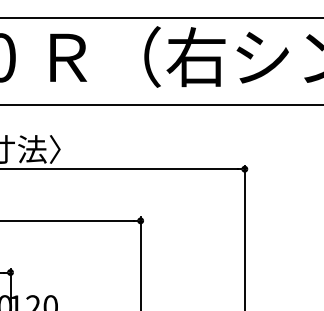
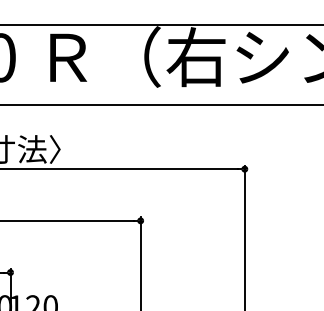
line at (161, 18) position: (161, 18) -> (161, 25)
